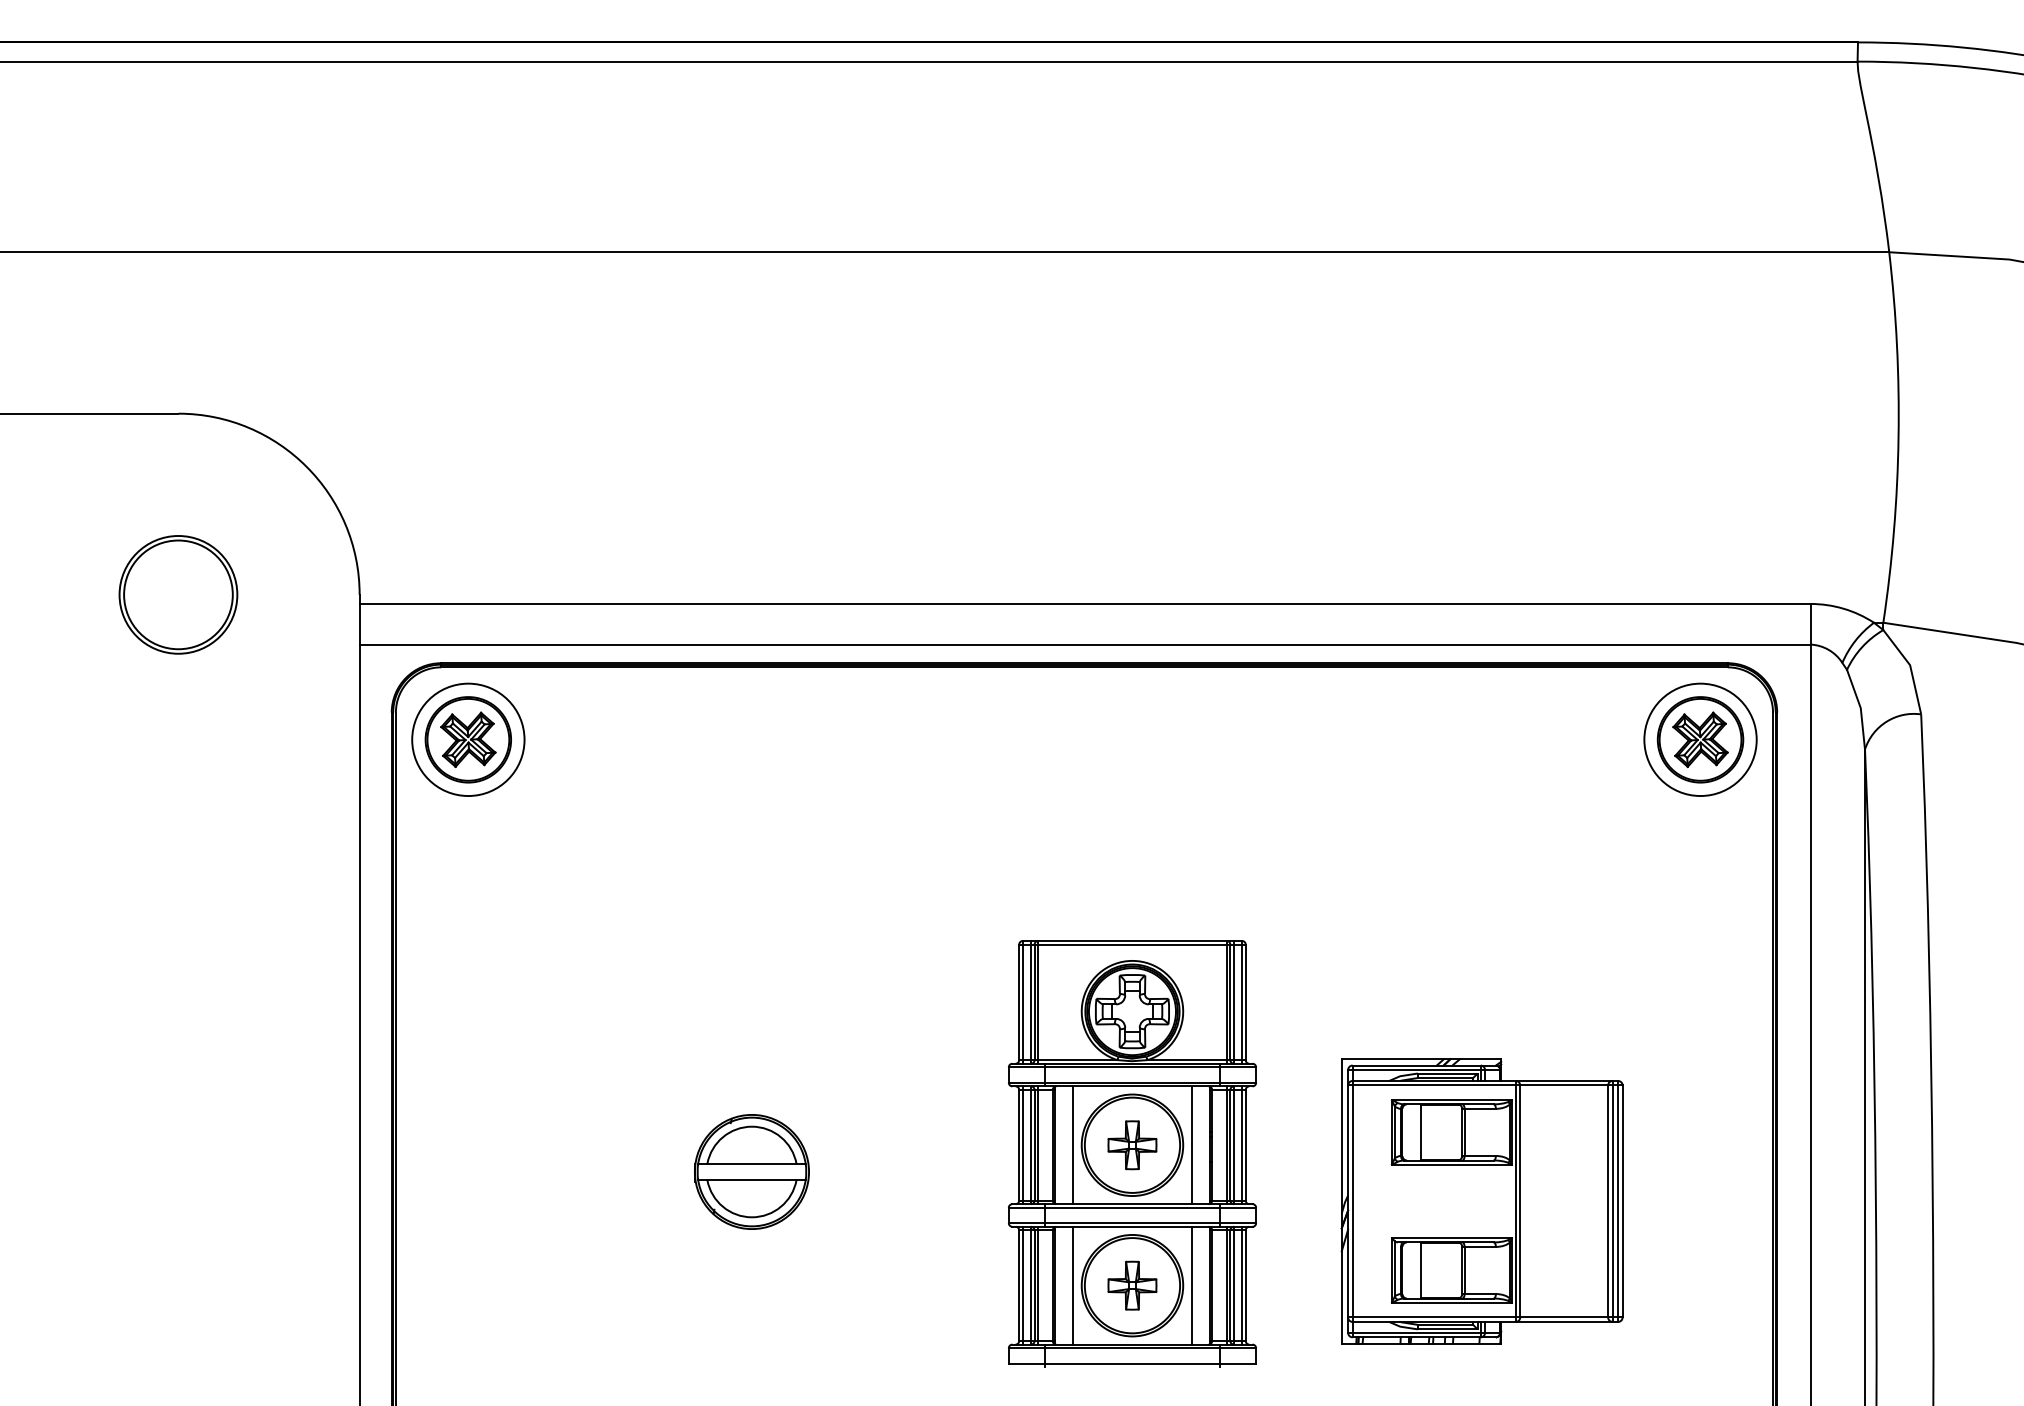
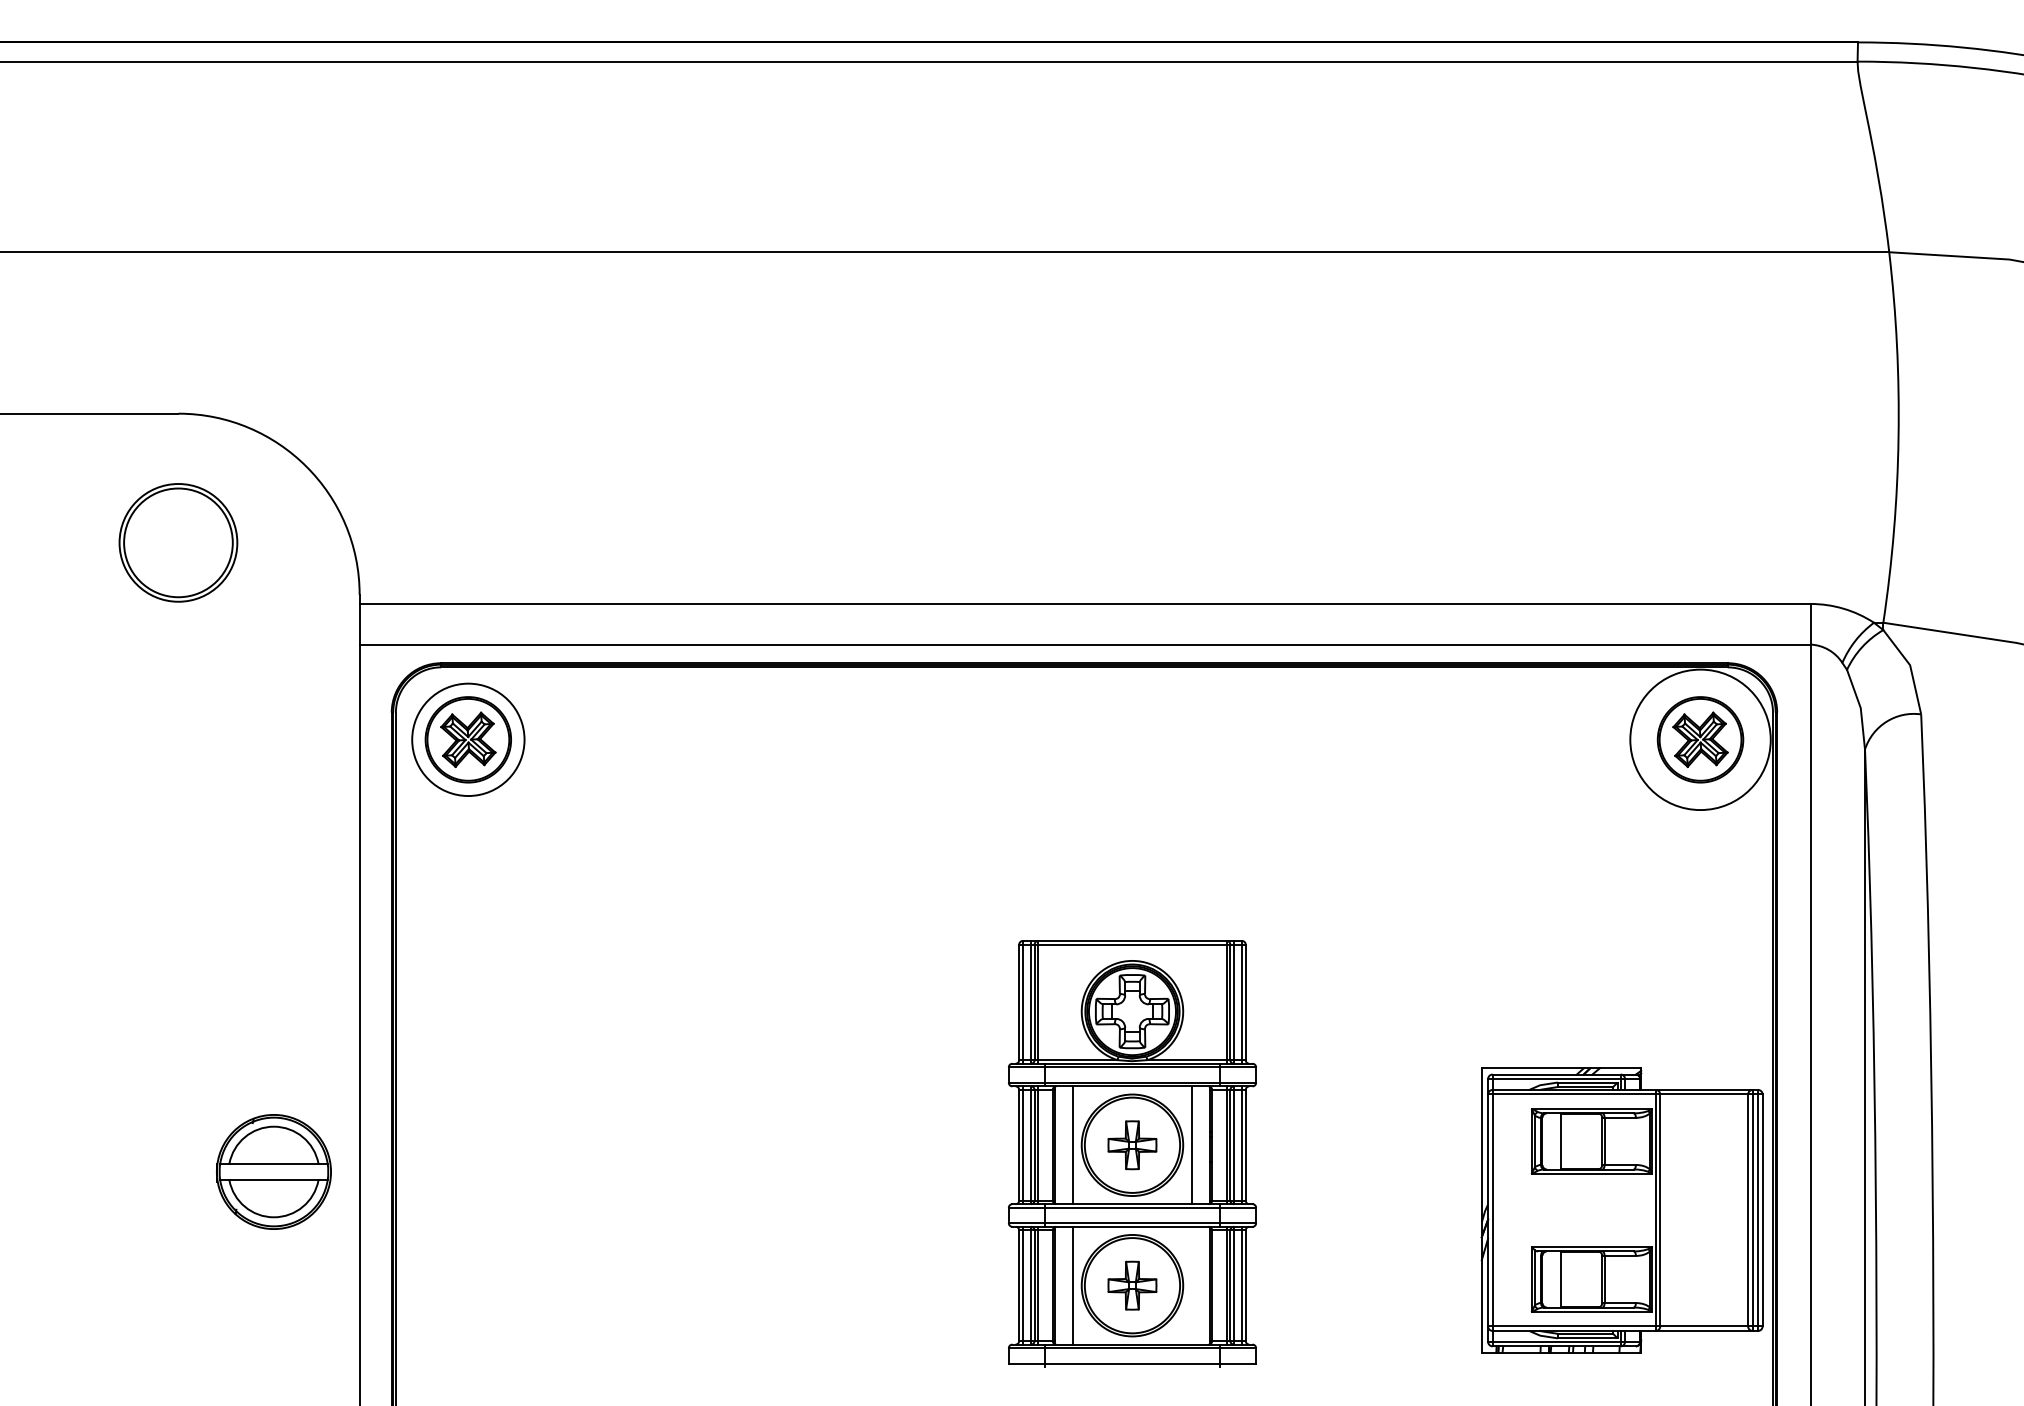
part at (178, 594) position: (178, 594) -> (178, 542)
circle at (1700, 739) diameter: 112 px -> 140 px
part at (751, 1171) position: (751, 1171) -> (273, 1171)
part at (1481, 1201) position: (1481, 1201) -> (1621, 1210)
line at (1192, 1285): present -> none
